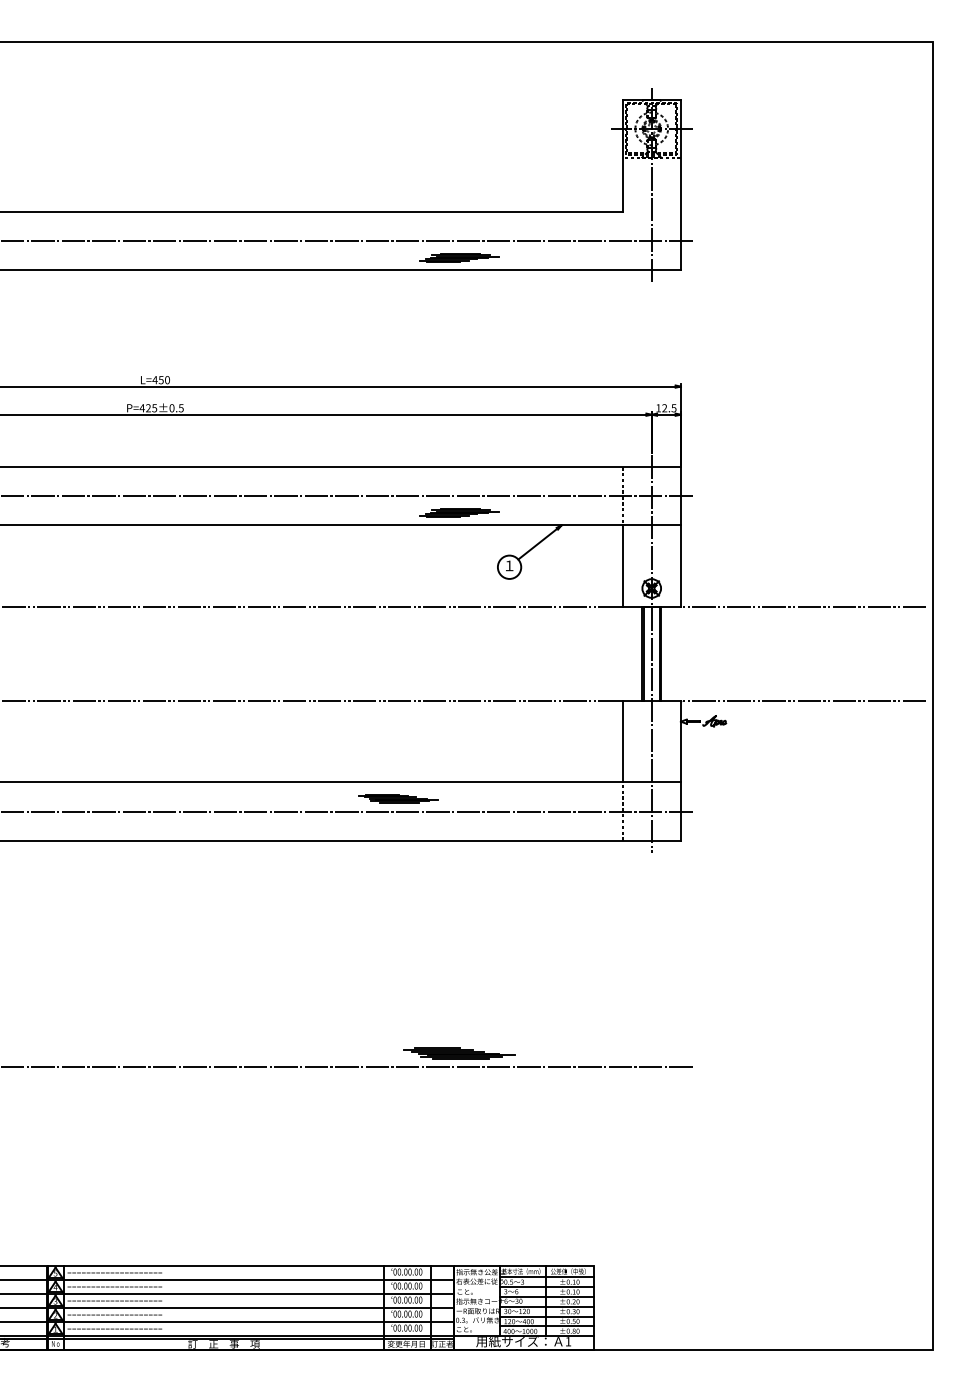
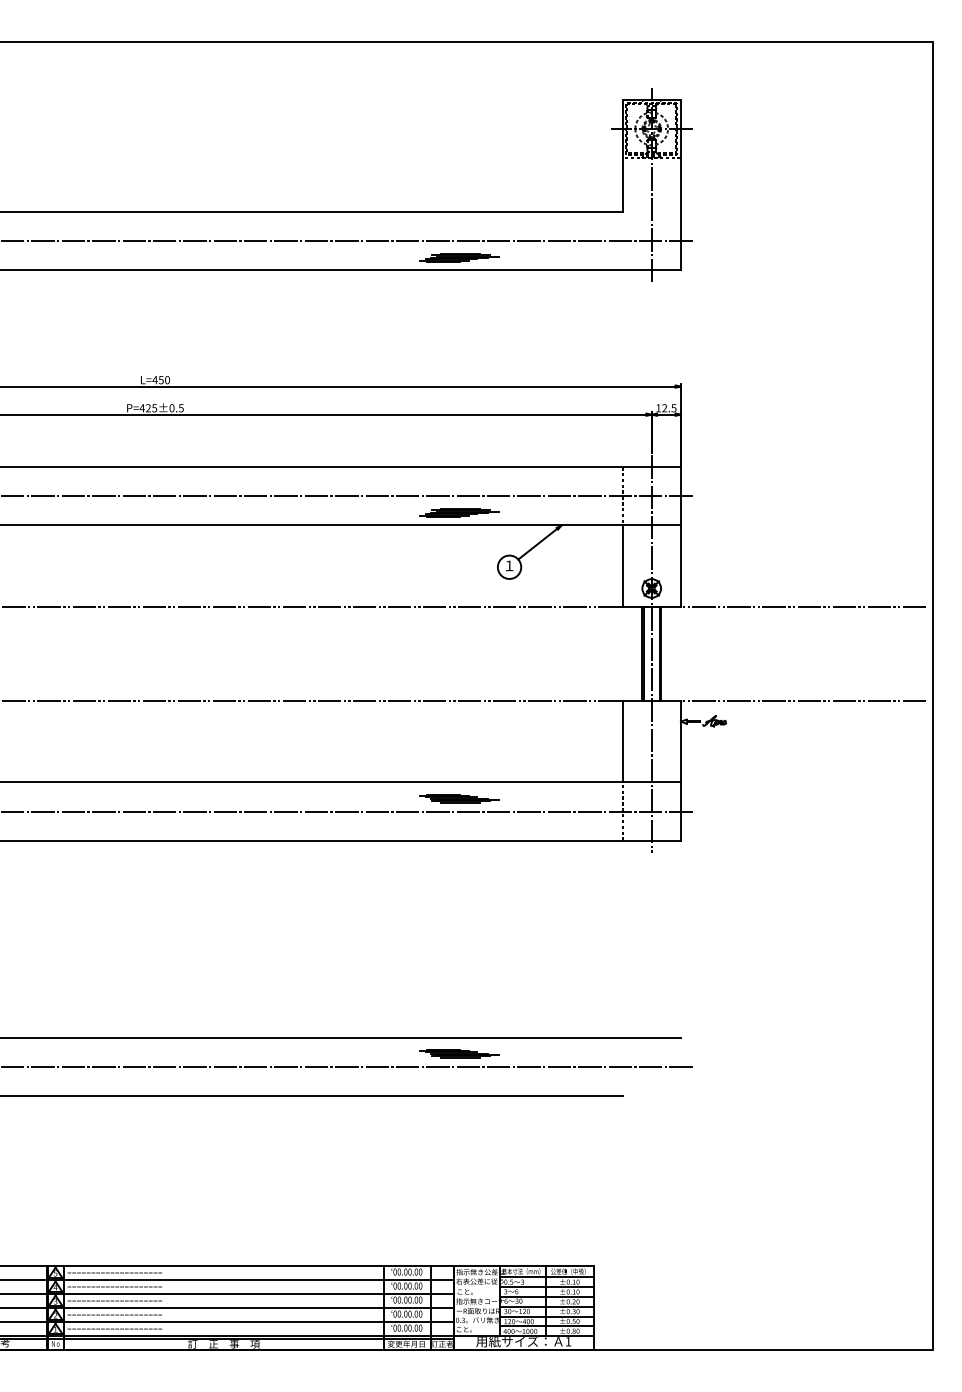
part at (398, 798) position: (398, 798) -> (459, 798)
line at (341, 1037): none -> present
part at (459, 1053) size: 113x13 px -> 81x10 px
line at (312, 1096): none -> present
